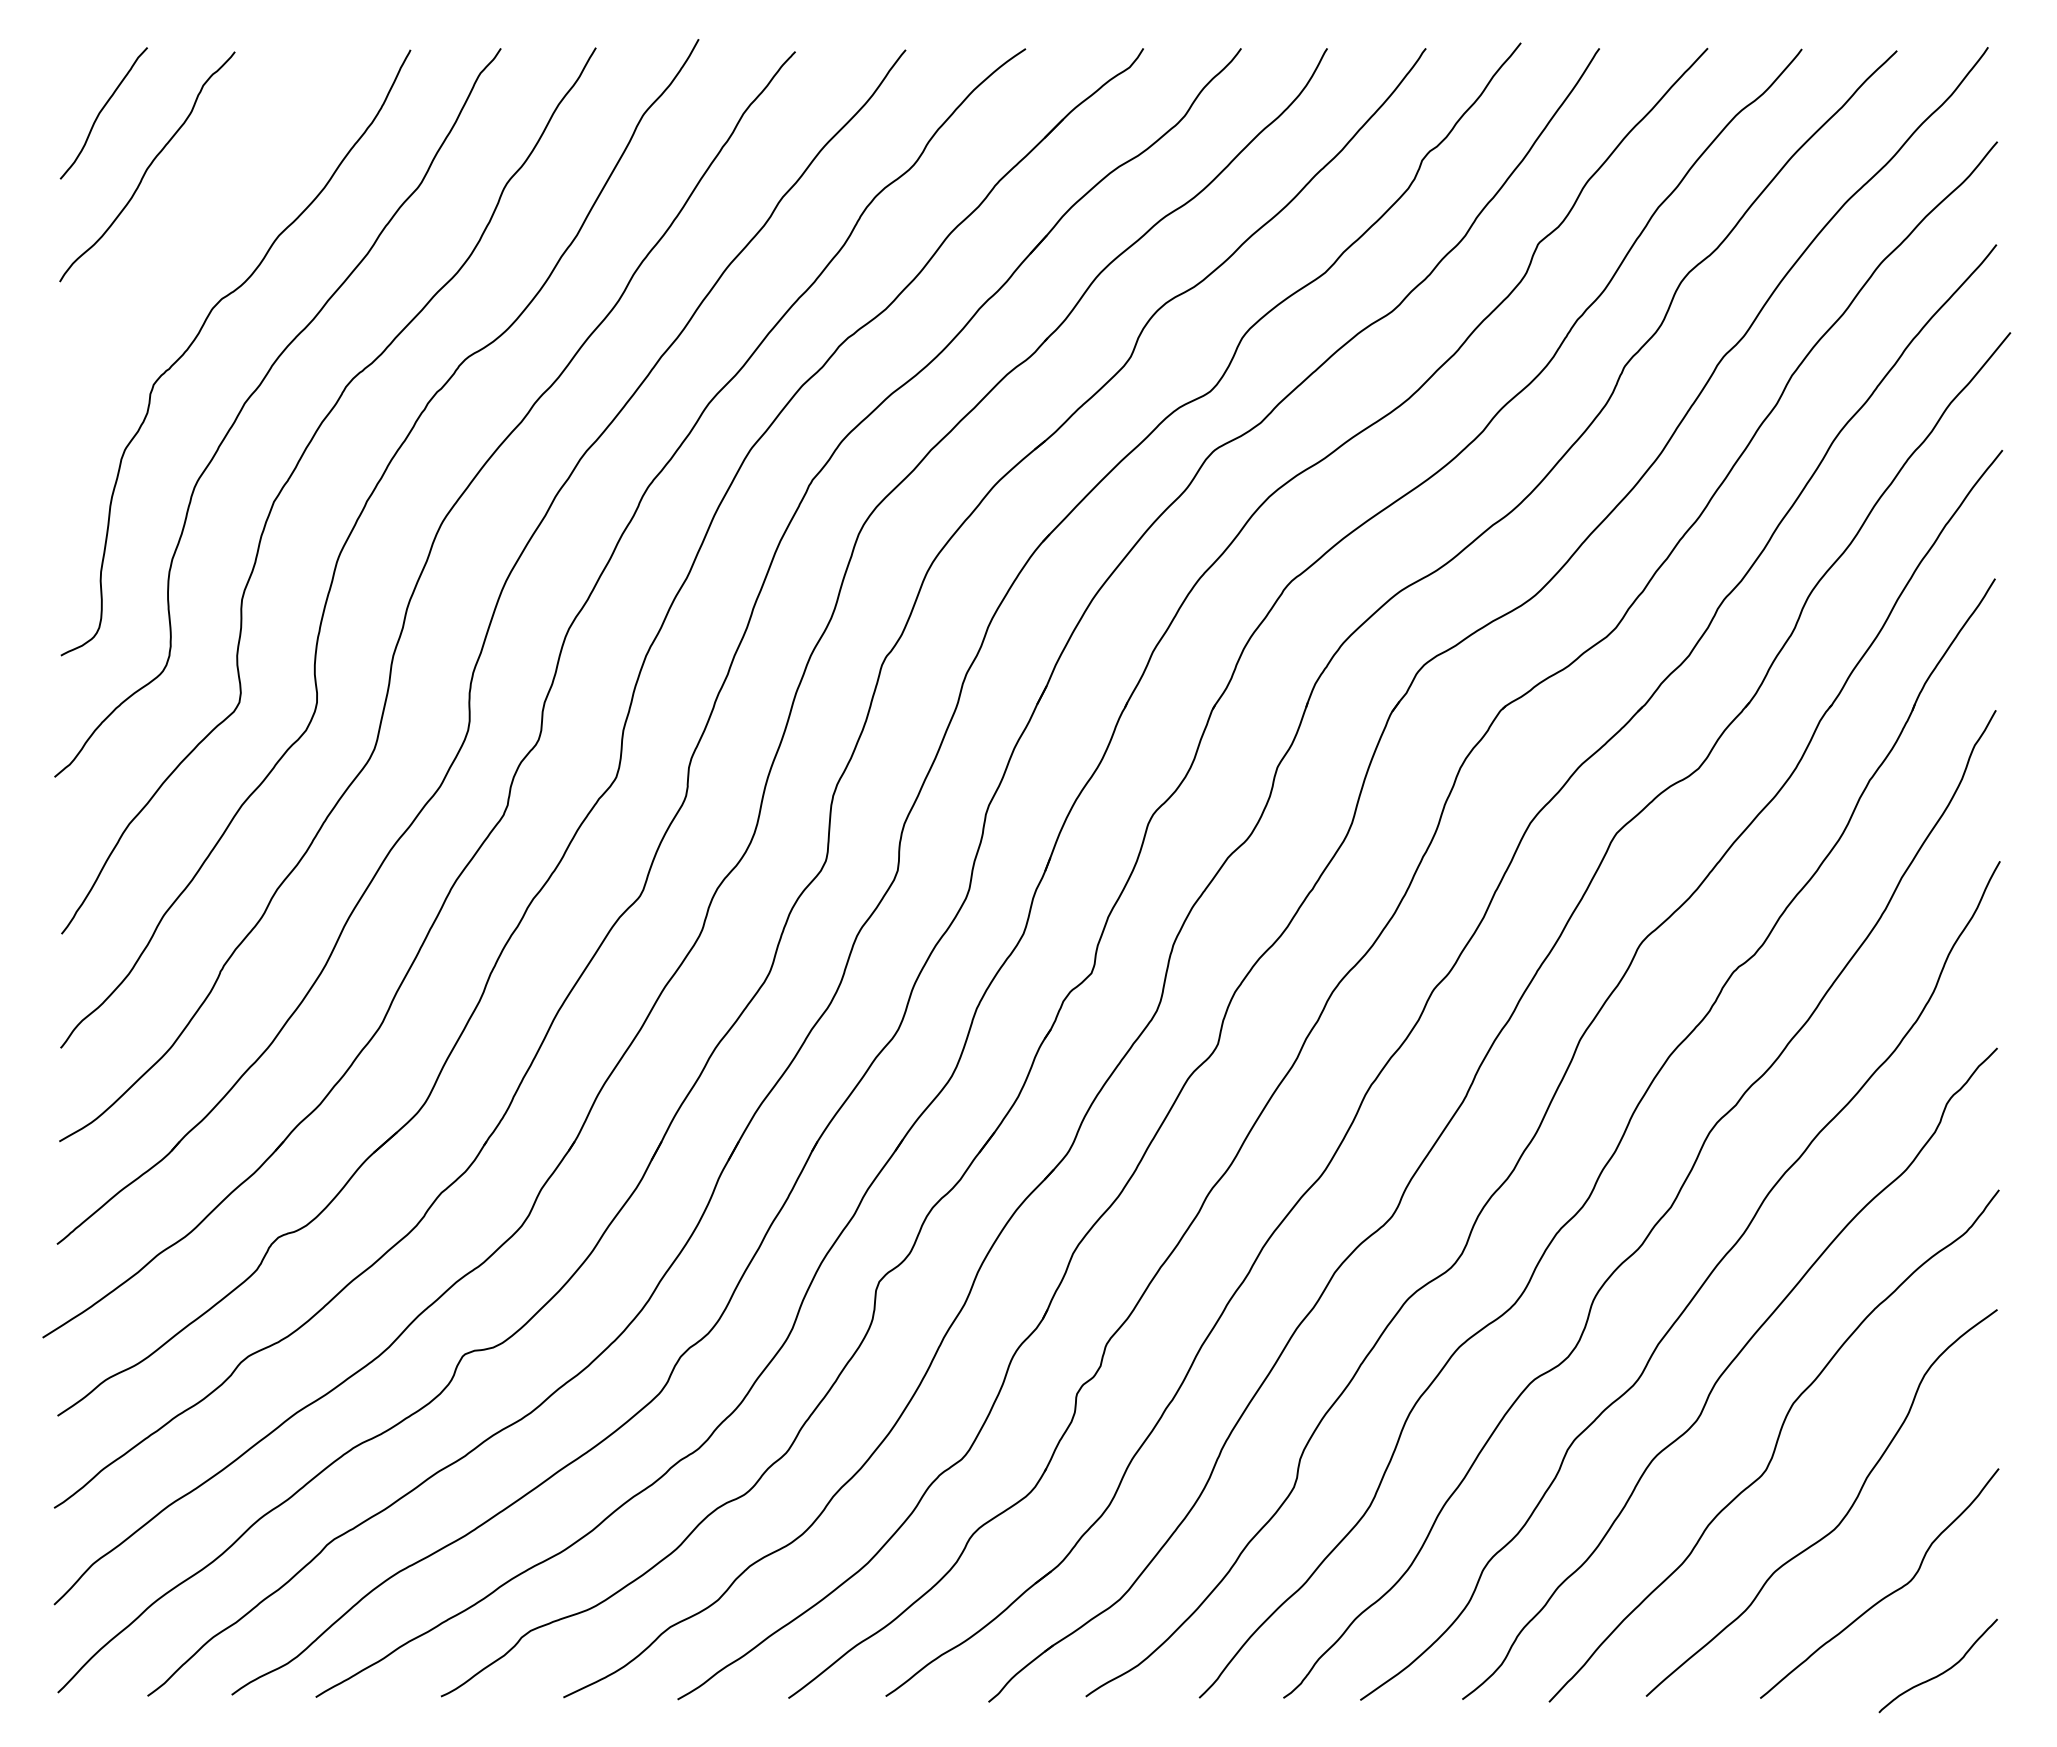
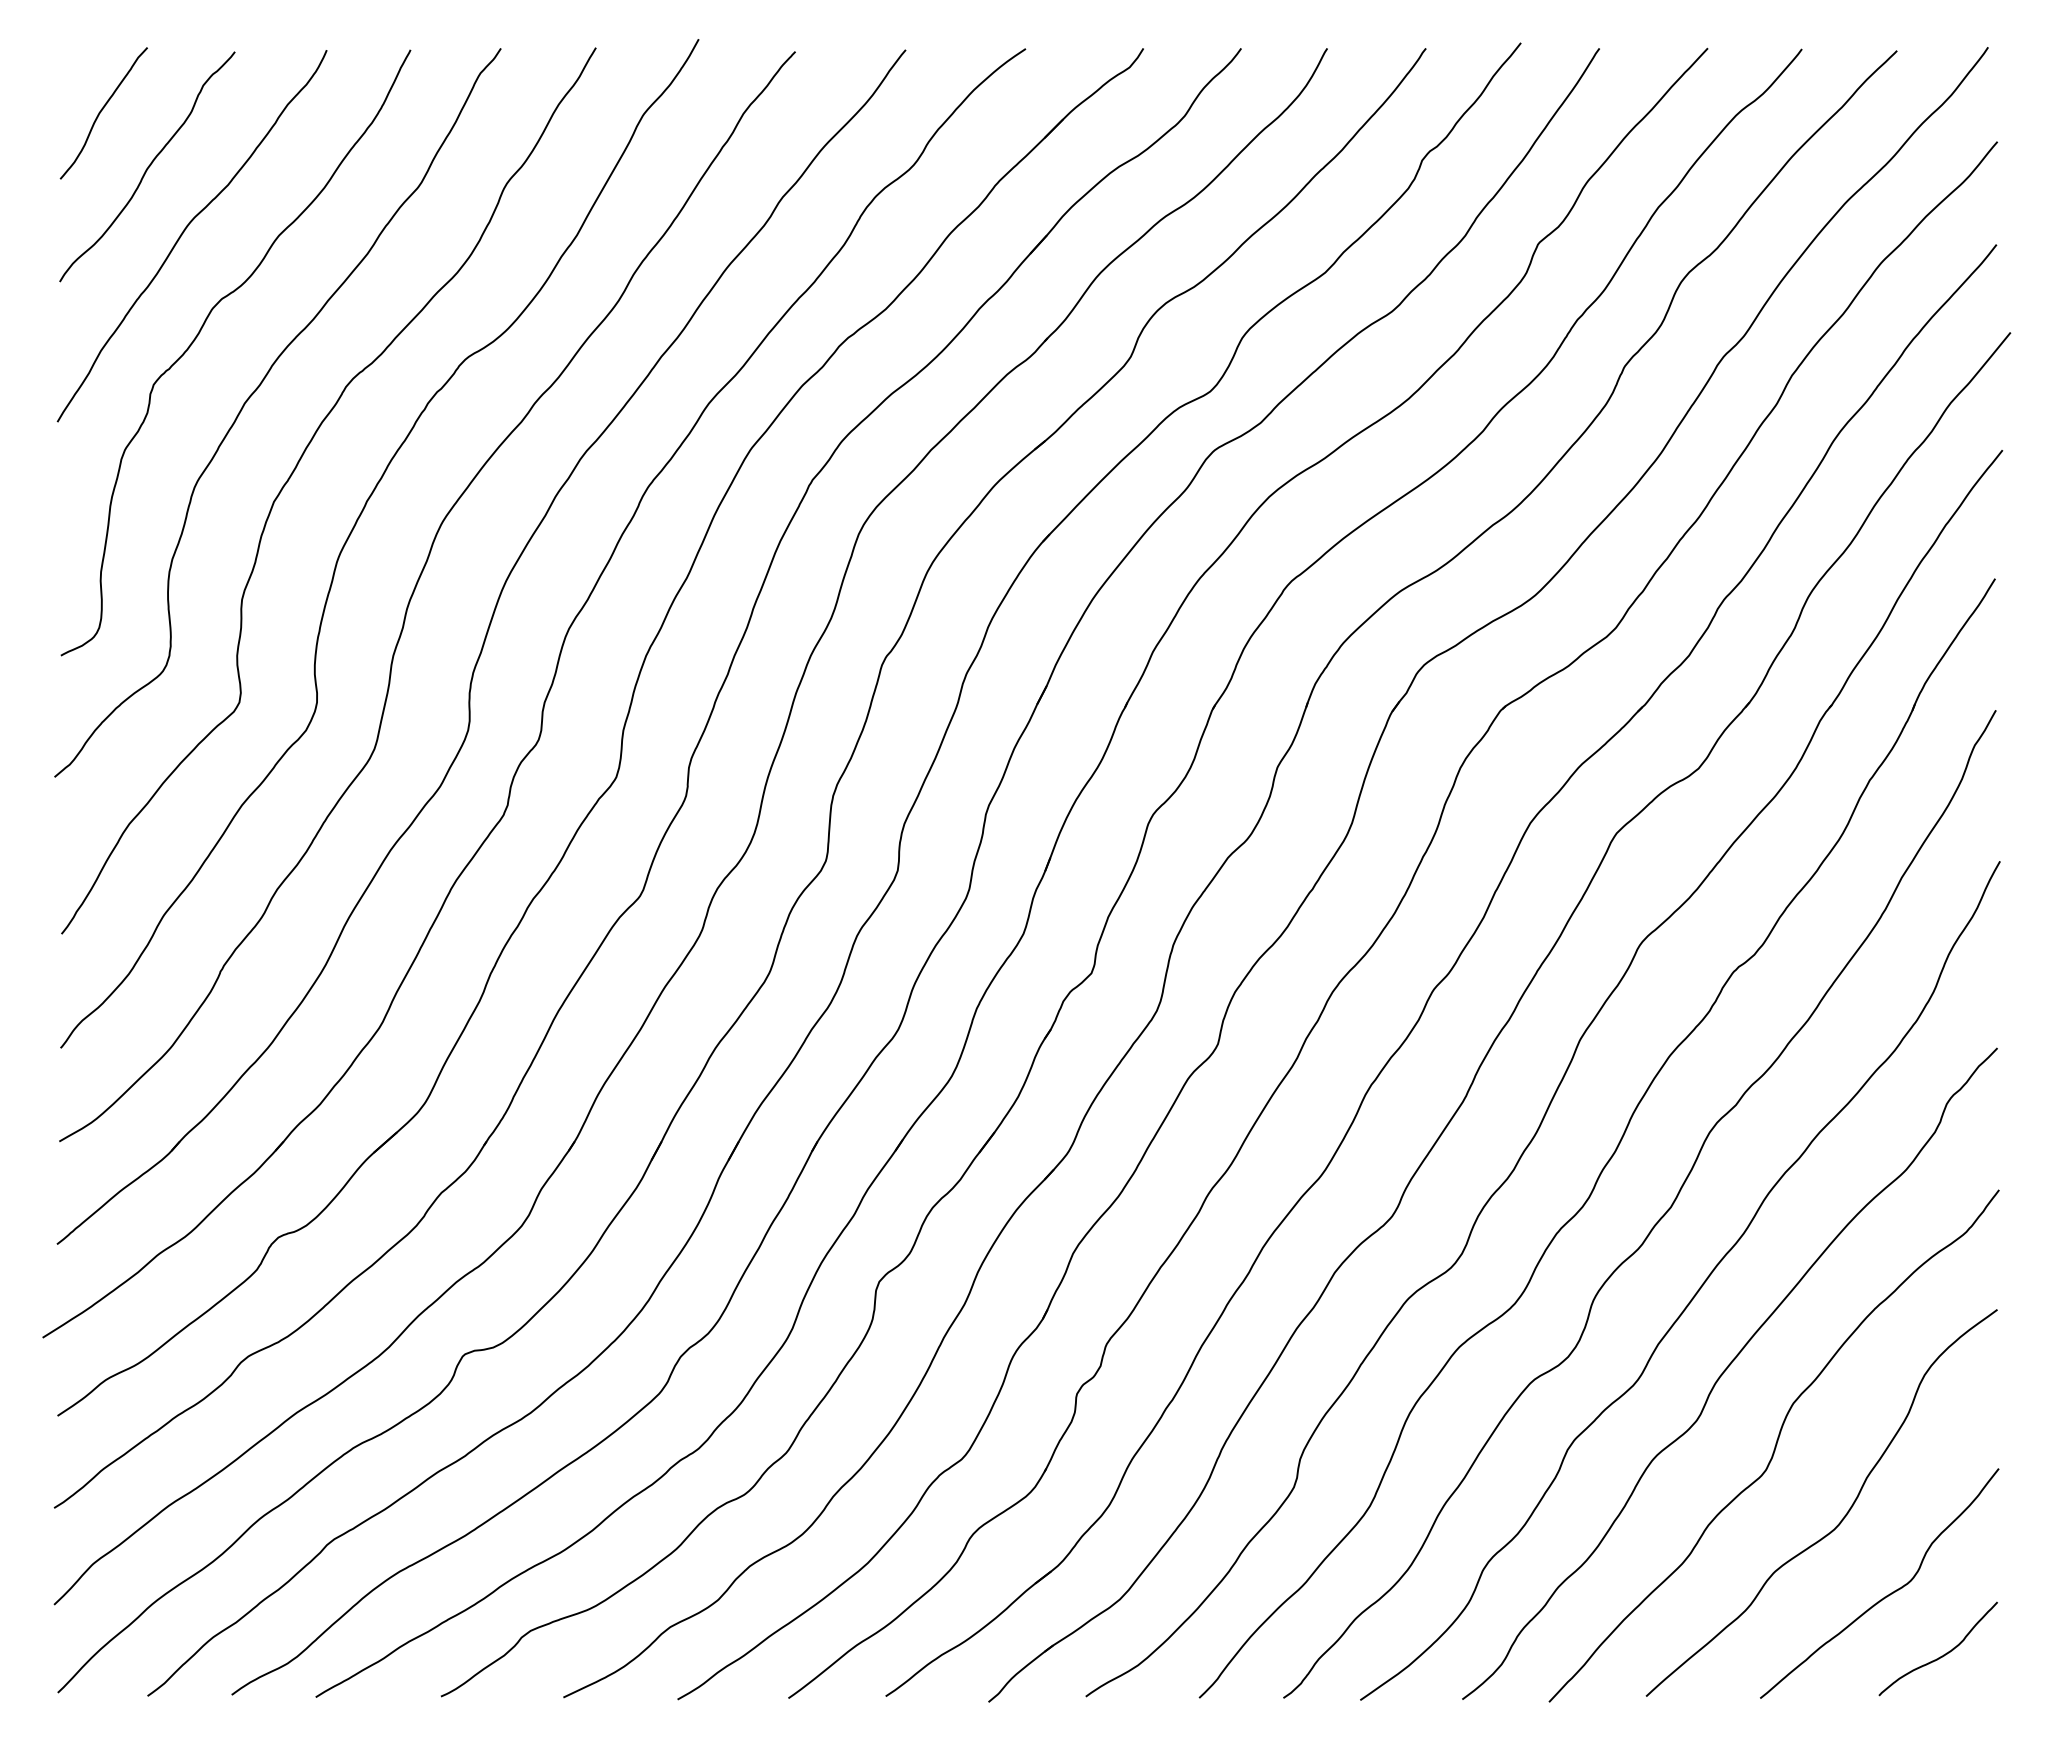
curve at (184, 232): none -> present
curve at (1941, 1672) position: (1941, 1672) -> (1941, 1655)
